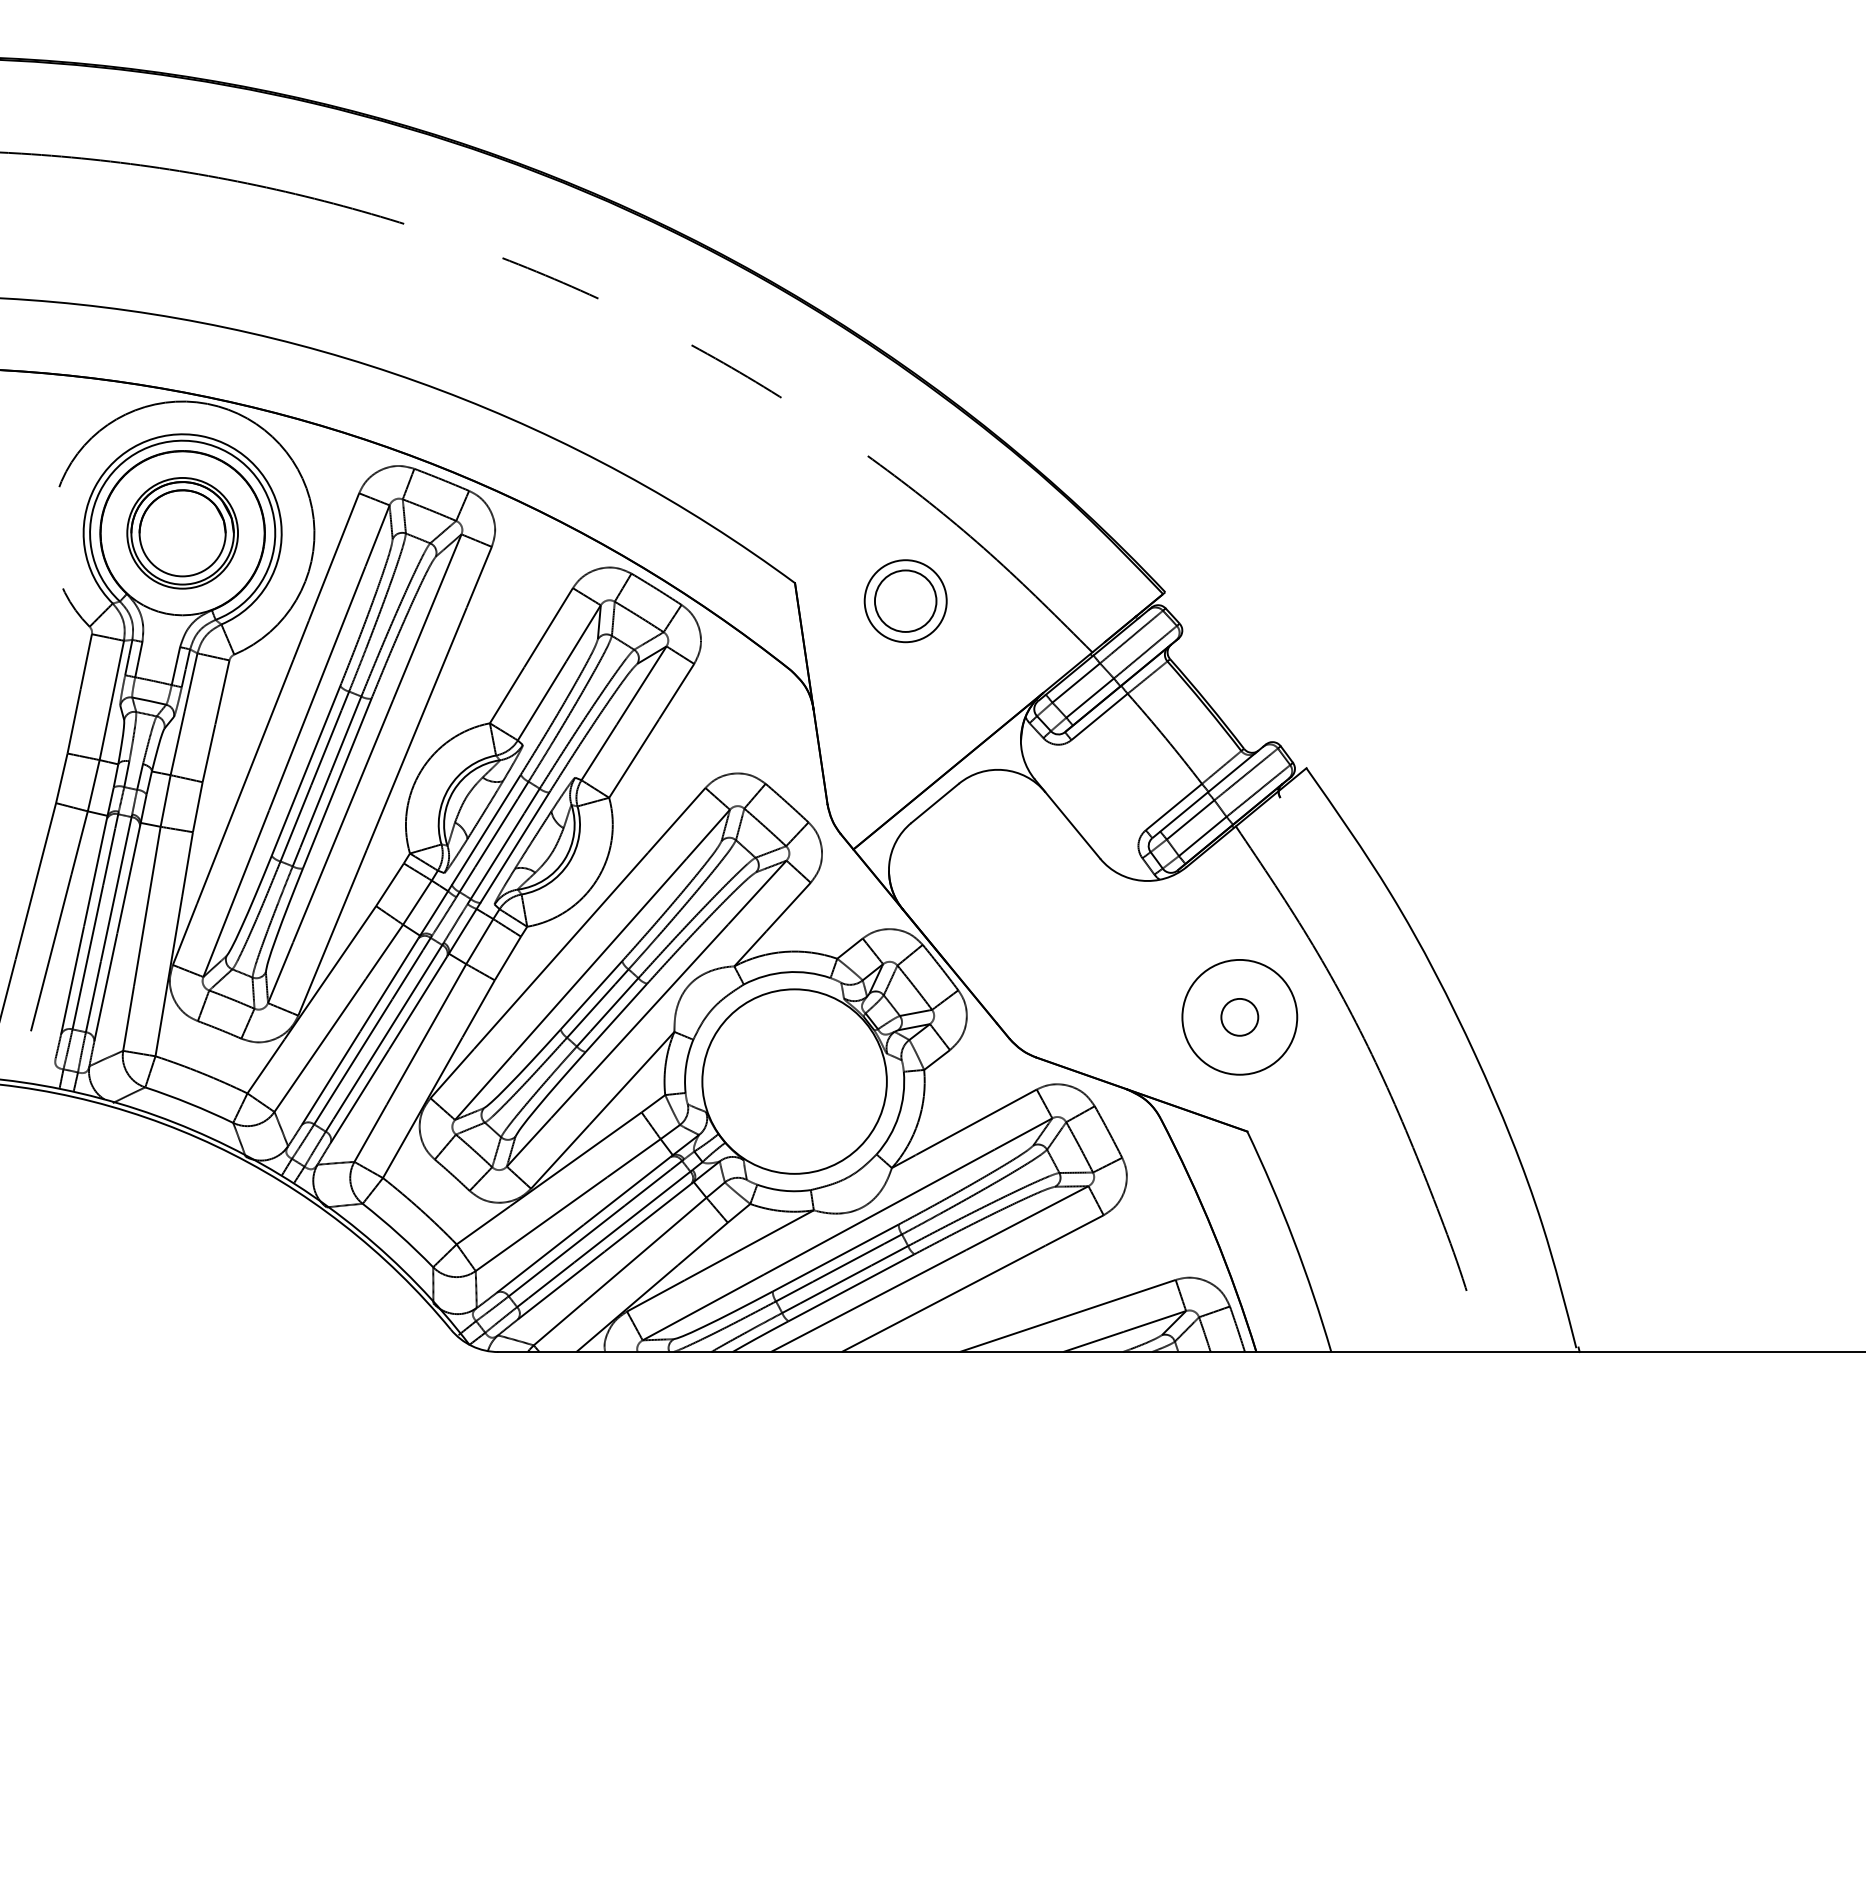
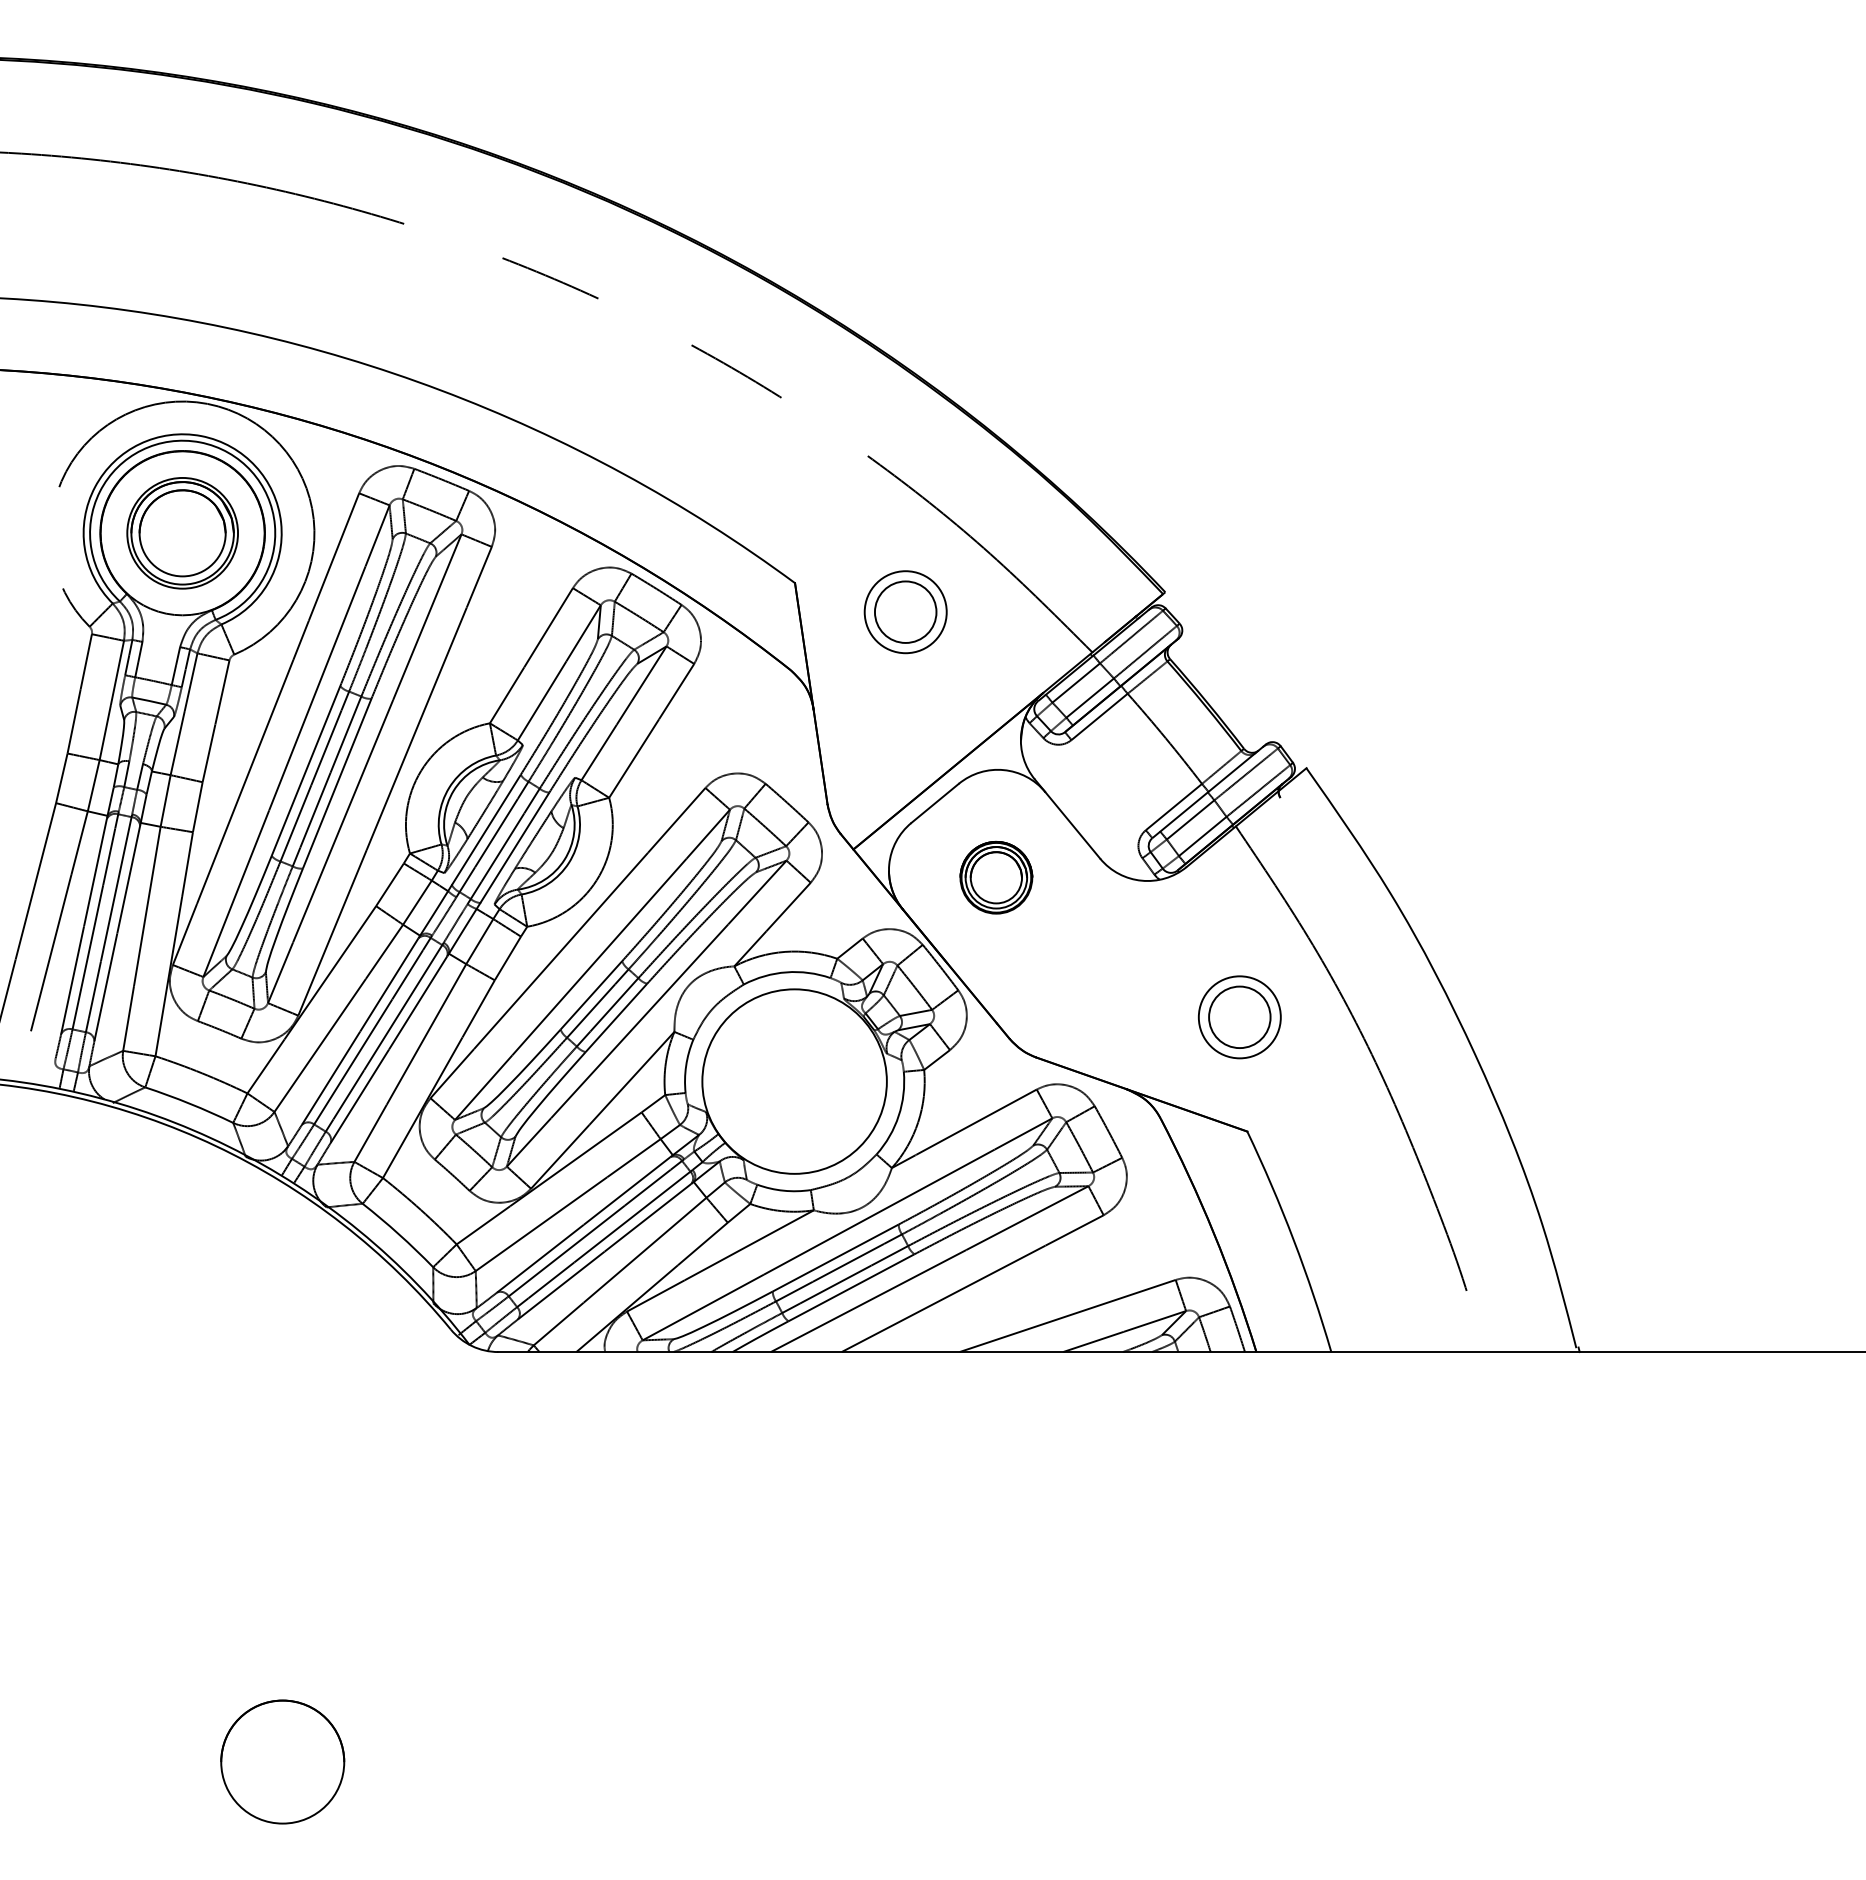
part at (905, 601) position: (905, 601) -> (905, 612)
part at (996, 877): none -> present
circle at (1239, 1016) diameter: 115 px -> 82 px
circle at (1239, 1016) diameter: 37 px -> 62 px
circle at (282, 1761): none -> present
